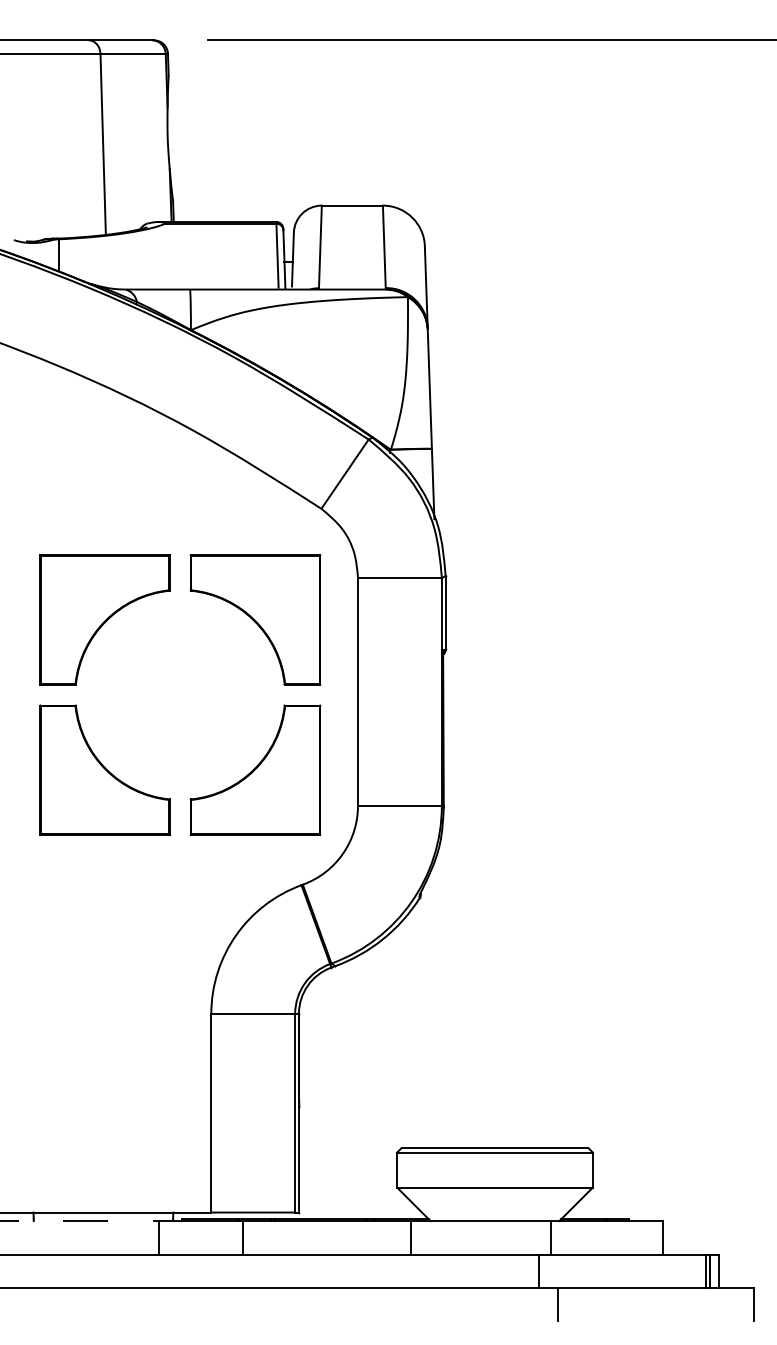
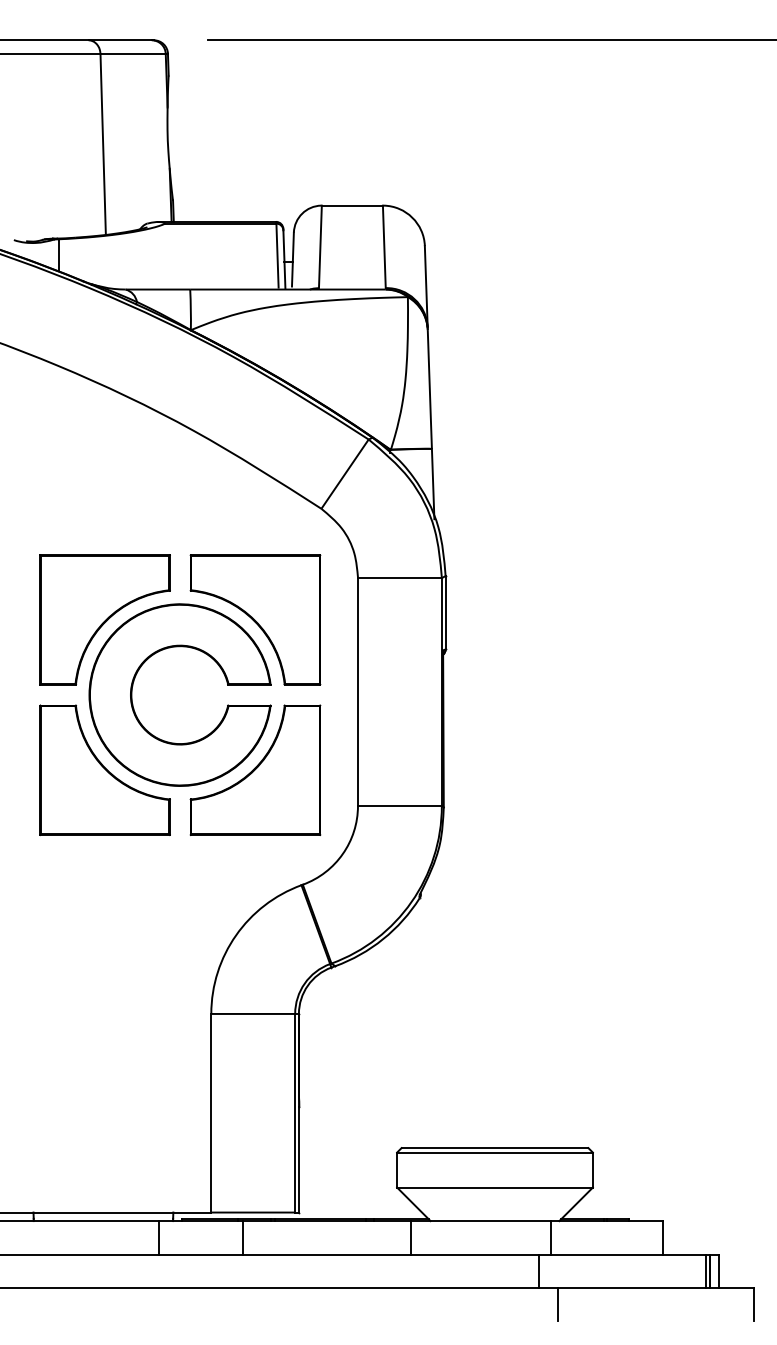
part at (141, 667): none -> present
line at (80, 1221): dashed -> solid
